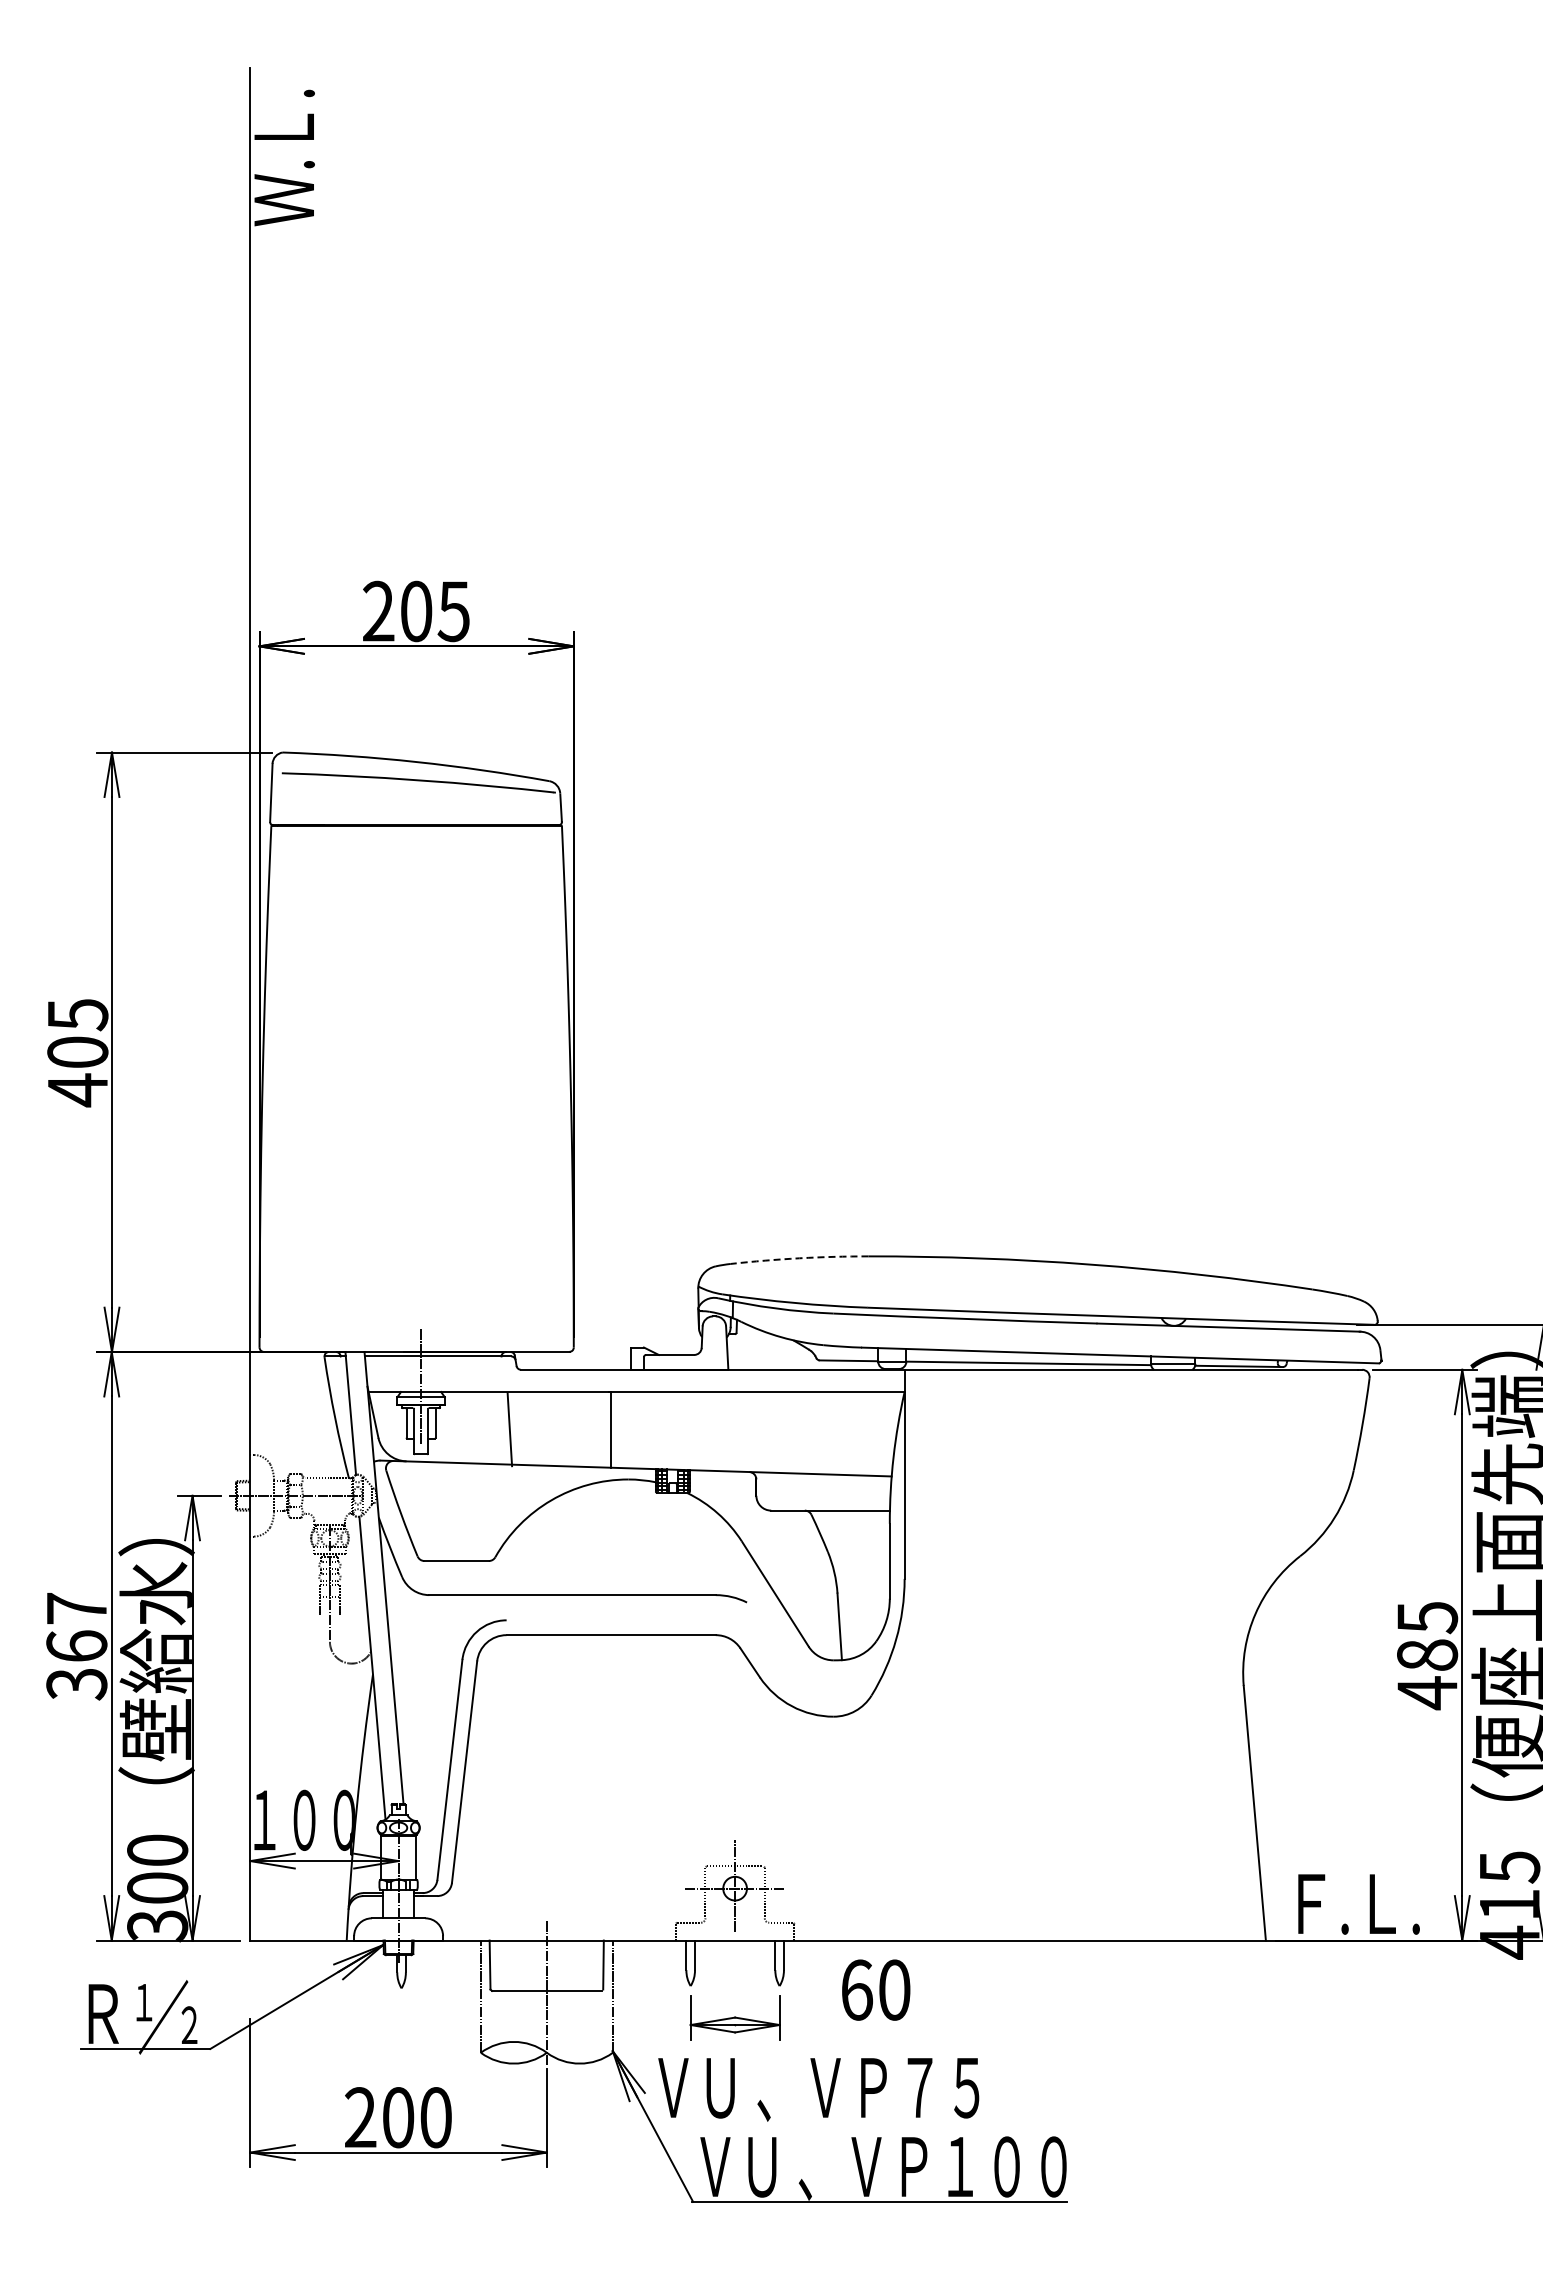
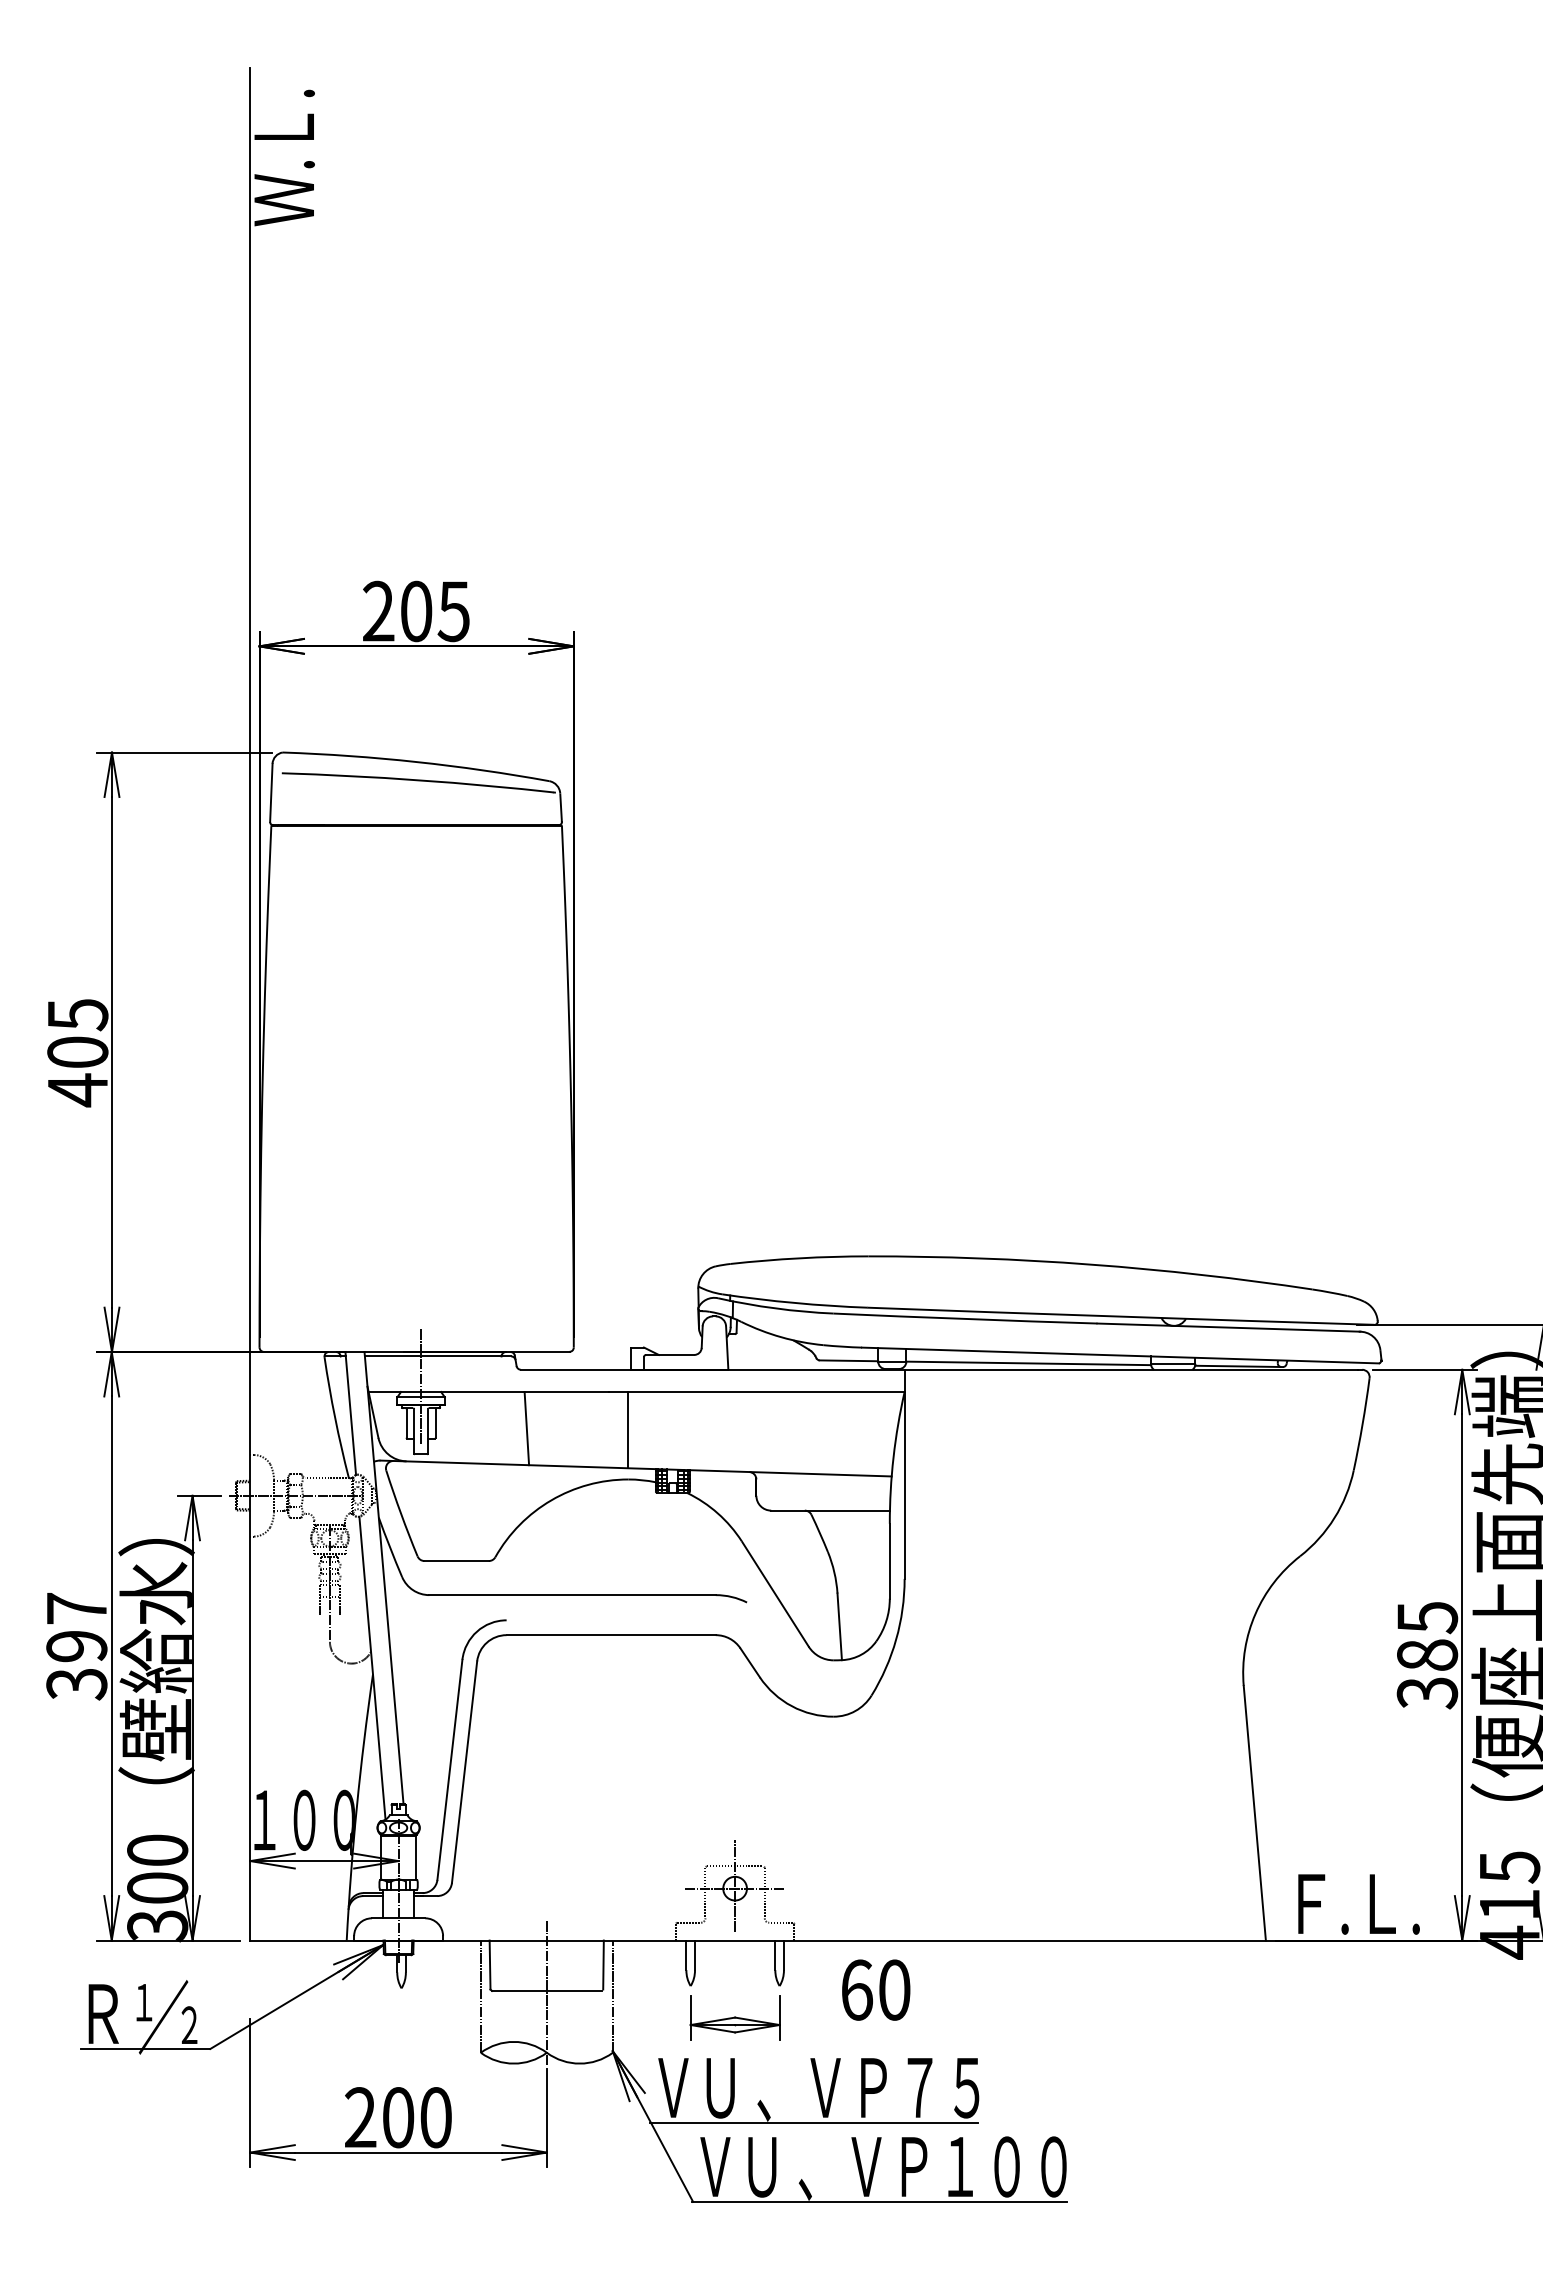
arc at (799, 1258): dashed -> solid
line at (509, 1429) position: (509, 1429) -> (526, 1428)
line at (611, 1430) position: (611, 1430) -> (628, 1430)
text at (76, 1646): 367 -> 397
text at (1427, 1693): 485 -> 385
line at (813, 2122): none -> present
